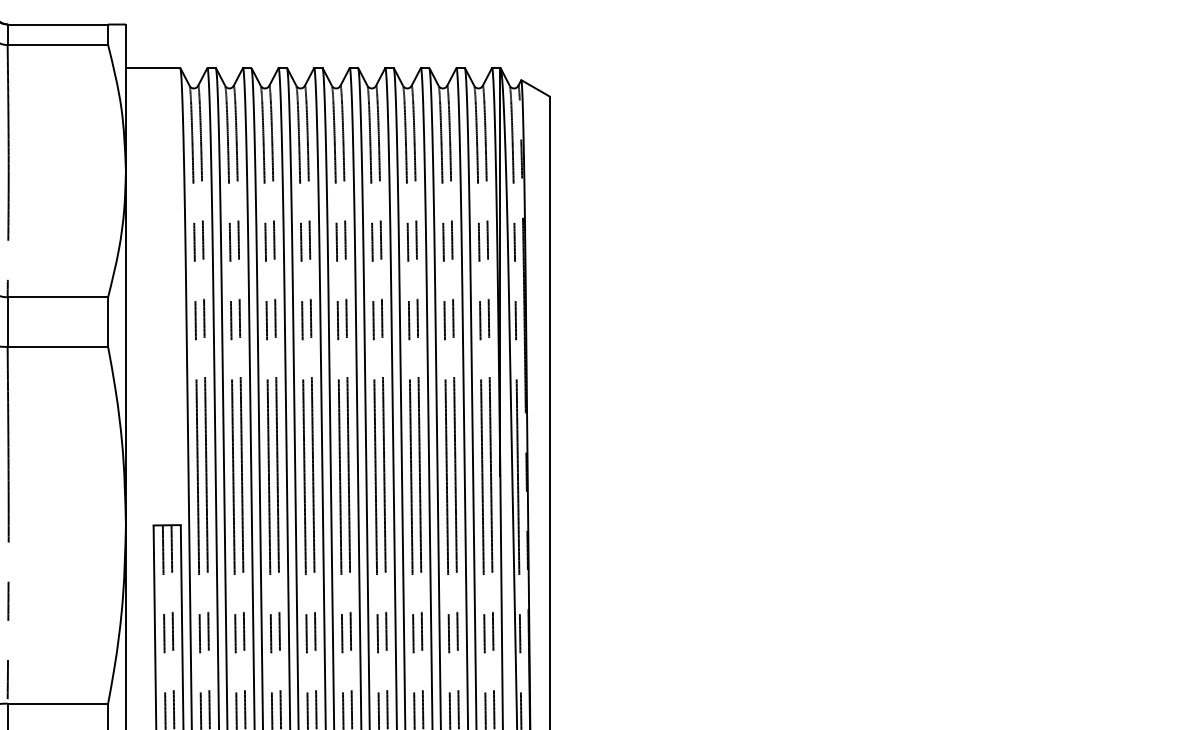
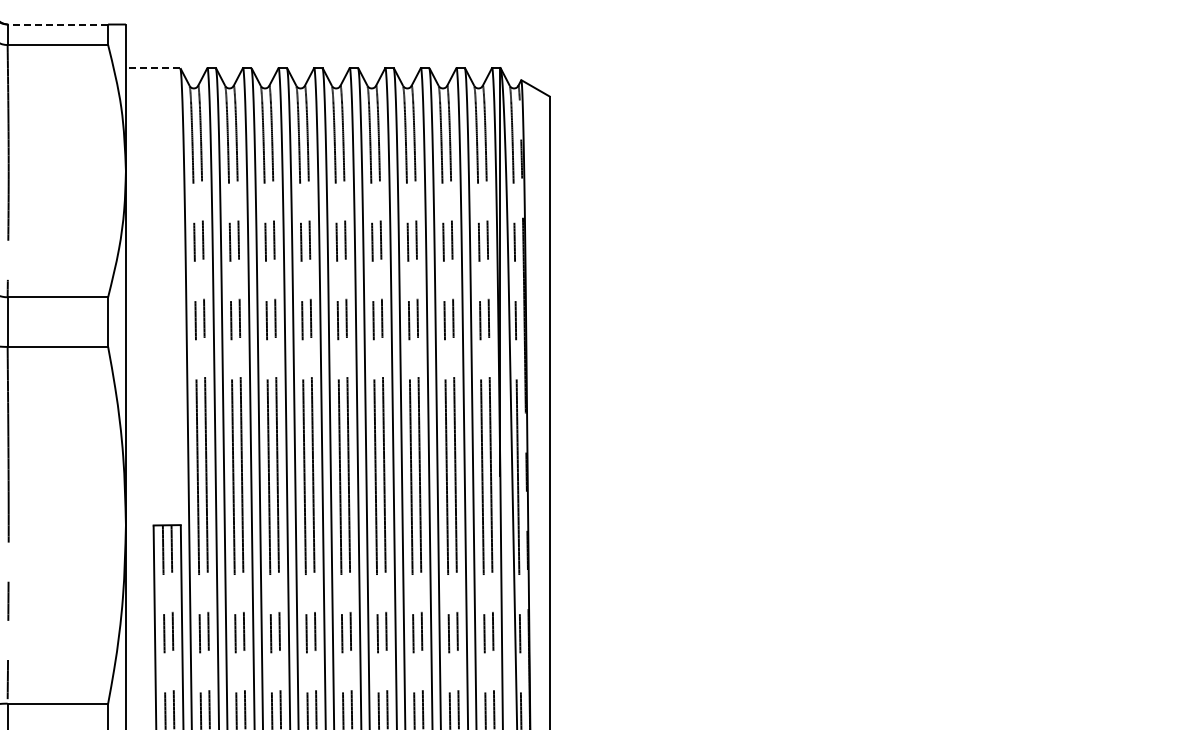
line at (57, 24): solid -> dashed
line at (152, 68): solid -> dashed
